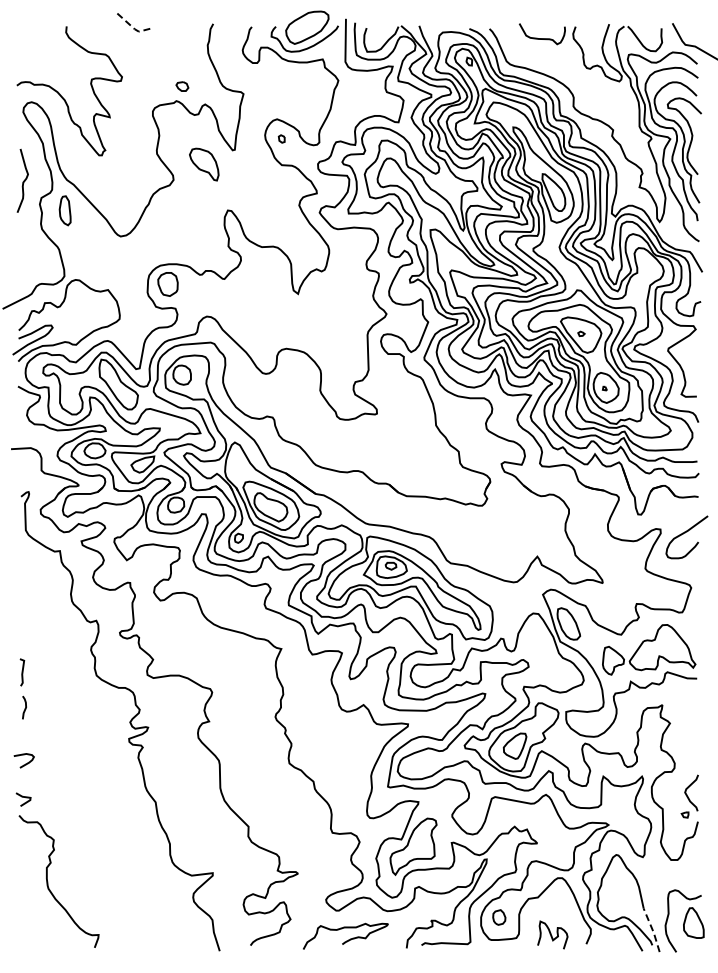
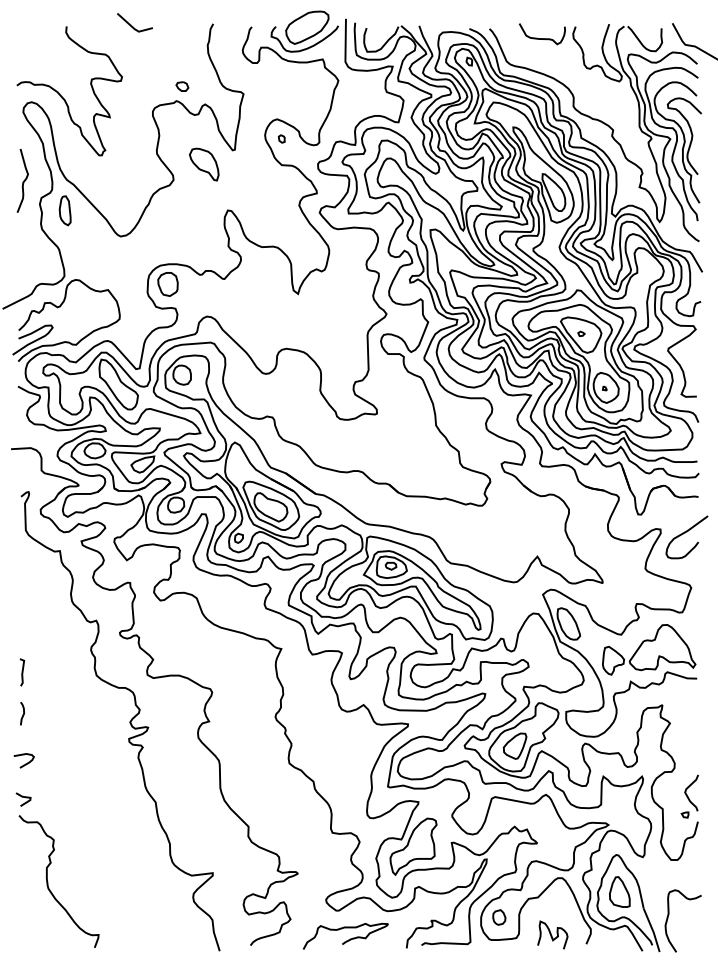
line at (133, 28): dashed -> solid
curve at (25, 707) position: (25, 707) -> (23, 713)
part at (693, 922) position: (693, 922) -> (619, 891)
line at (652, 930): dashed -> solid
